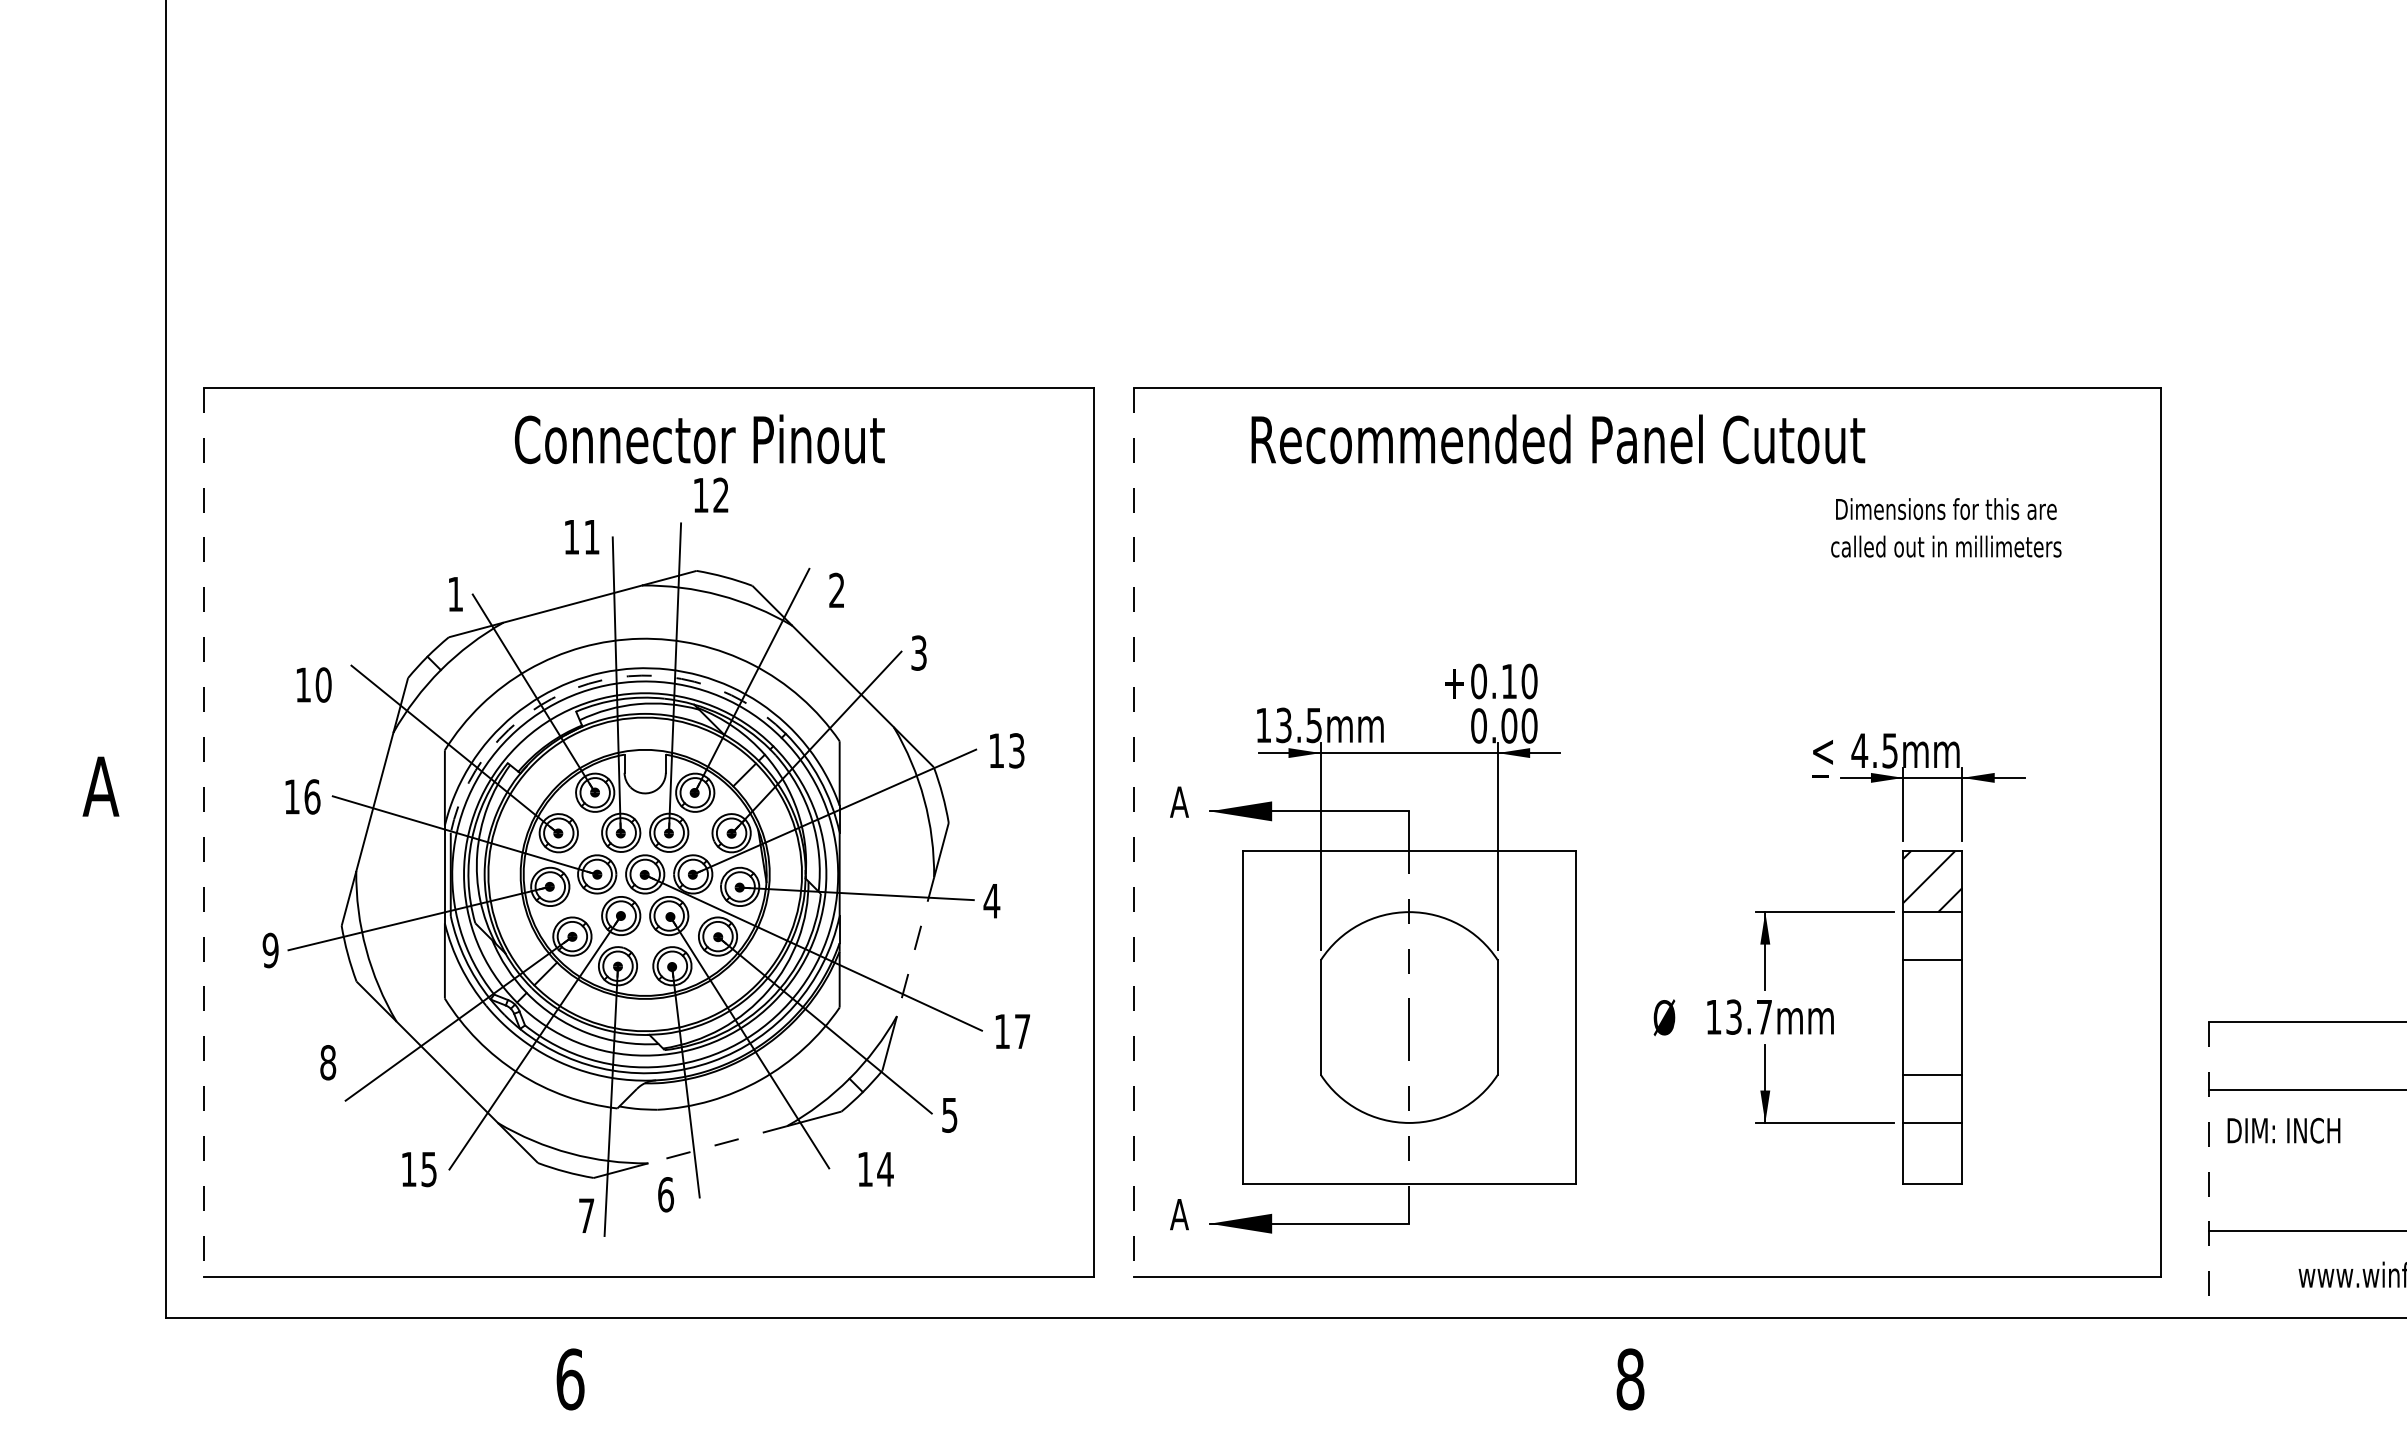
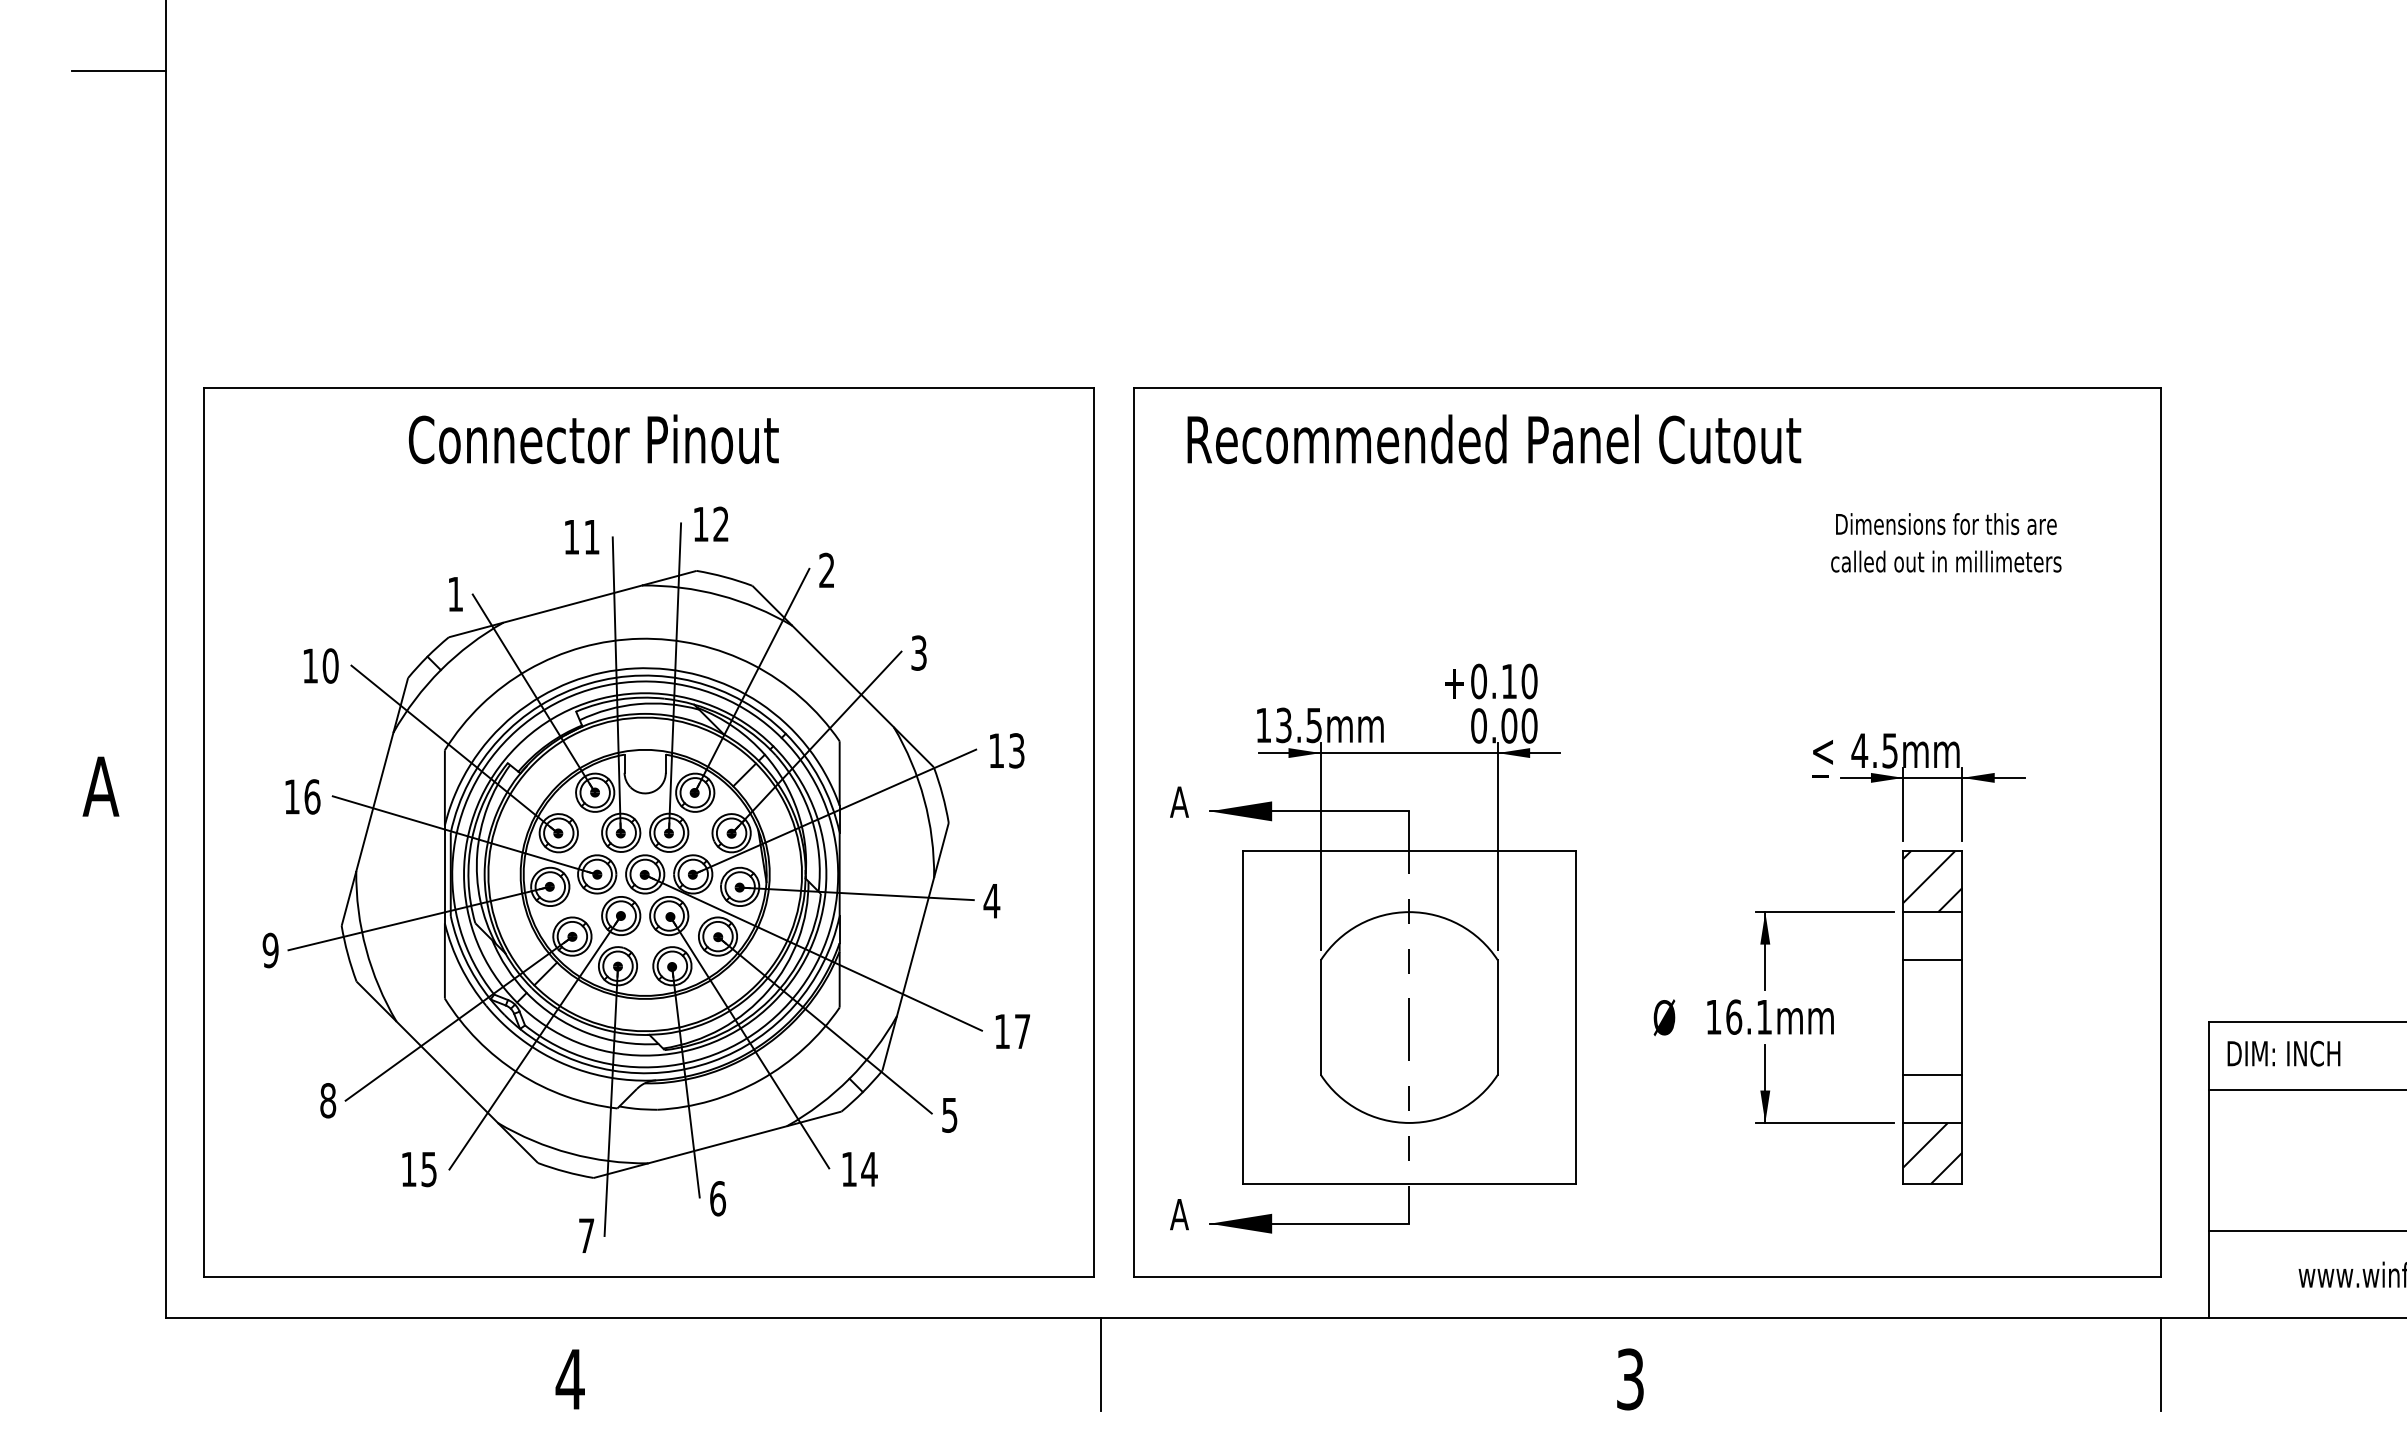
line at (118, 70): none -> present
text at (699, 439) position: (699, 439) -> (593, 439)
text at (1558, 439) position: (1558, 439) -> (1494, 439)
text at (711, 494) position: (711, 494) -> (711, 523)
text at (1946, 527) position: (1946, 527) -> (1946, 542)
text at (836, 589) position: (836, 589) -> (826, 569)
arc at (588, 683): dashed -> solid
text at (314, 684) position: (314, 684) -> (321, 665)
line at (204, 832): dashed -> solid
line at (1133, 832): dashed -> solid
line at (915, 946): dashed -> solid
text at (1748, 1016): 13.7mm -> 16.1mm
text at (328, 1062) position: (328, 1062) -> (328, 1100)
text at (2283, 1130) position: (2283, 1130) -> (2283, 1053)
line at (717, 1144): dashed -> solid
hatch at (1932, 1152): none -> present
text at (875, 1169) position: (875, 1169) -> (859, 1169)
line at (2208, 1169): dashed -> solid
text at (665, 1194) position: (665, 1194) -> (717, 1198)
text at (586, 1215) position: (586, 1215) -> (586, 1235)
line at (1101, 1364): none -> present
line at (2161, 1364): none -> present
text at (569, 1379): 6 -> 4
text at (1630, 1379): 8 -> 3
